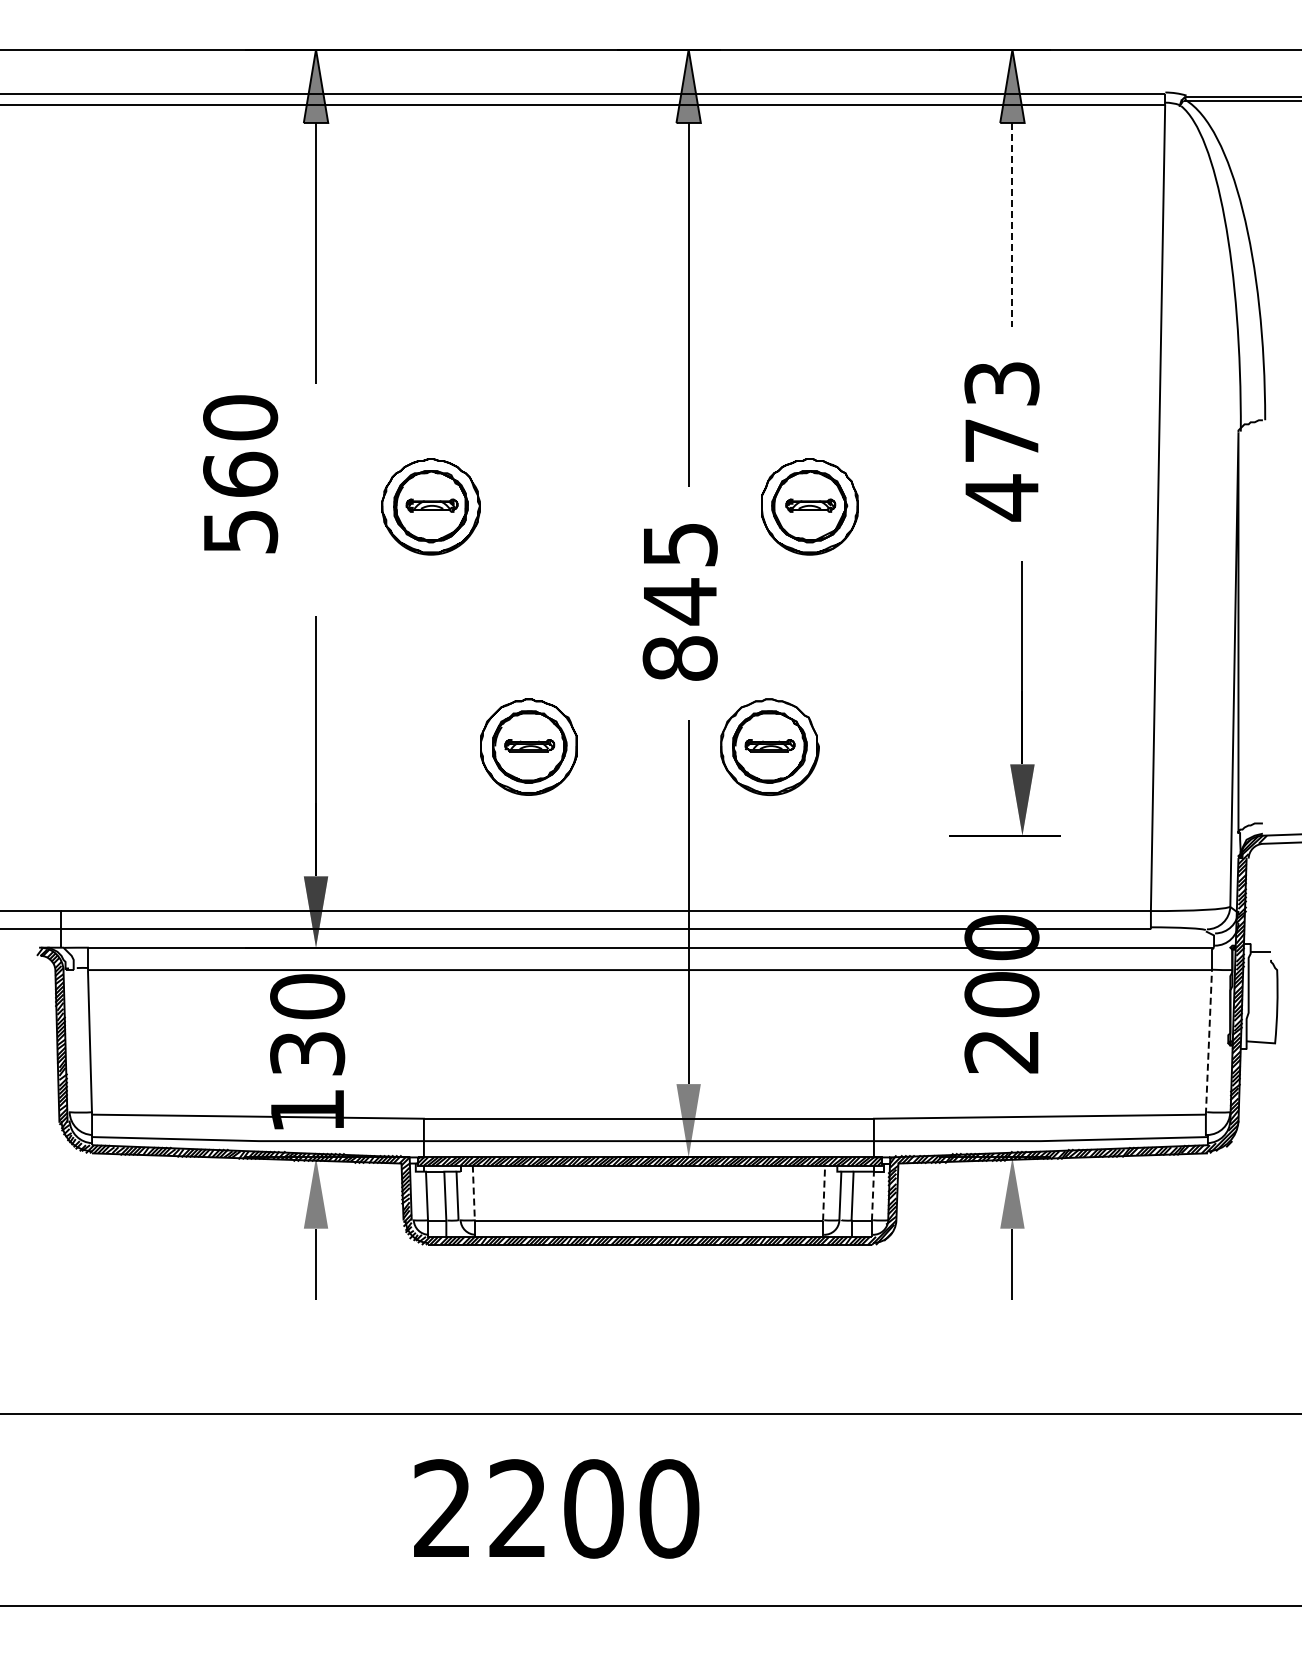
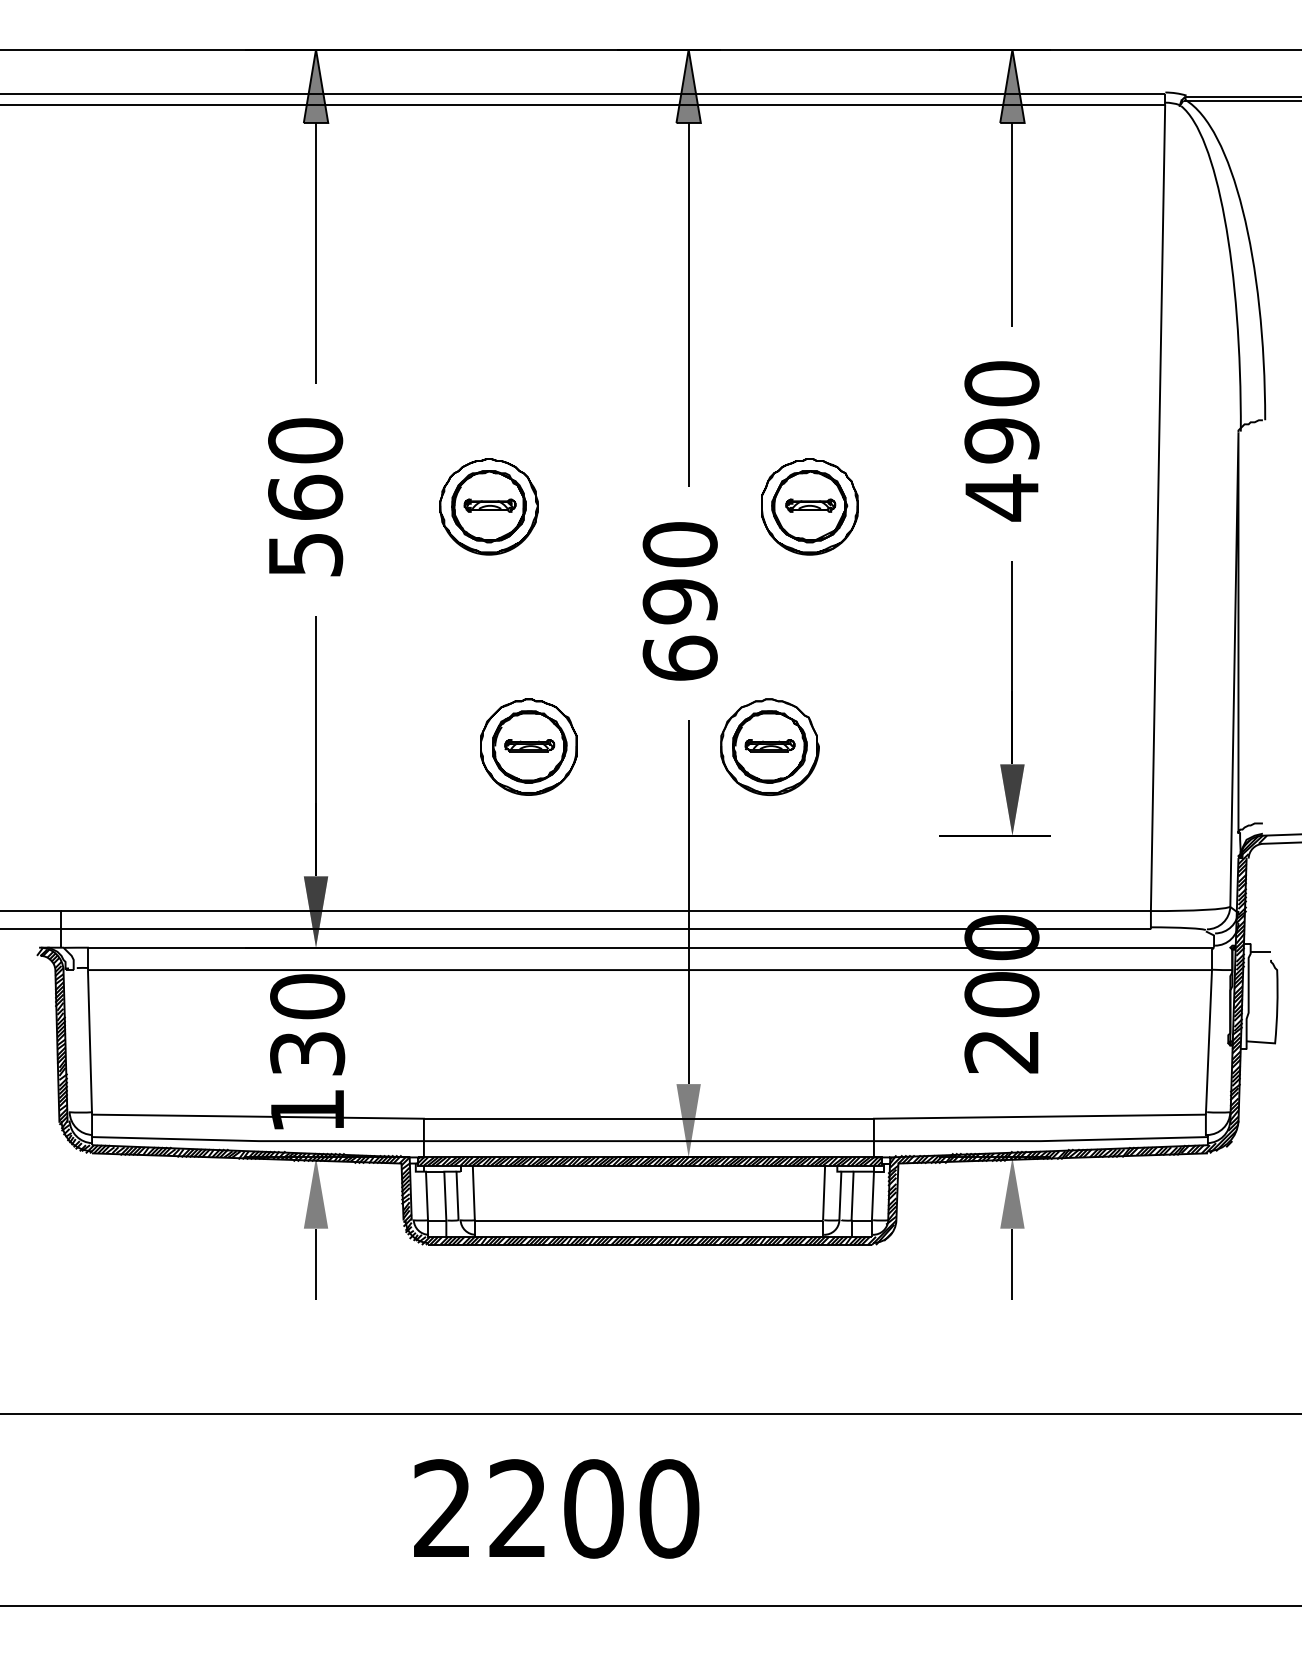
line at (1012, 224): dashed -> solid
text at (1001, 412): 473 -> 490
text at (240, 474) position: (240, 474) -> (305, 497)
part at (430, 506) position: (430, 506) -> (488, 506)
text at (679, 601): 845 -> 690
part at (1021, 698) position: (1021, 698) -> (1011, 698)
line at (1208, 1041): dashed -> solid
line at (473, 1193): dashed -> solid
line at (824, 1193): dashed -> solid
line at (872, 1195): dashed -> solid
